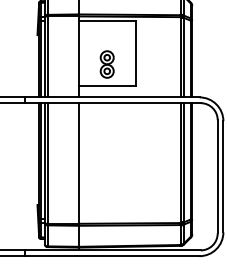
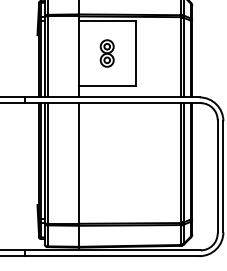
part at (106, 64) position: (106, 64) -> (106, 53)
